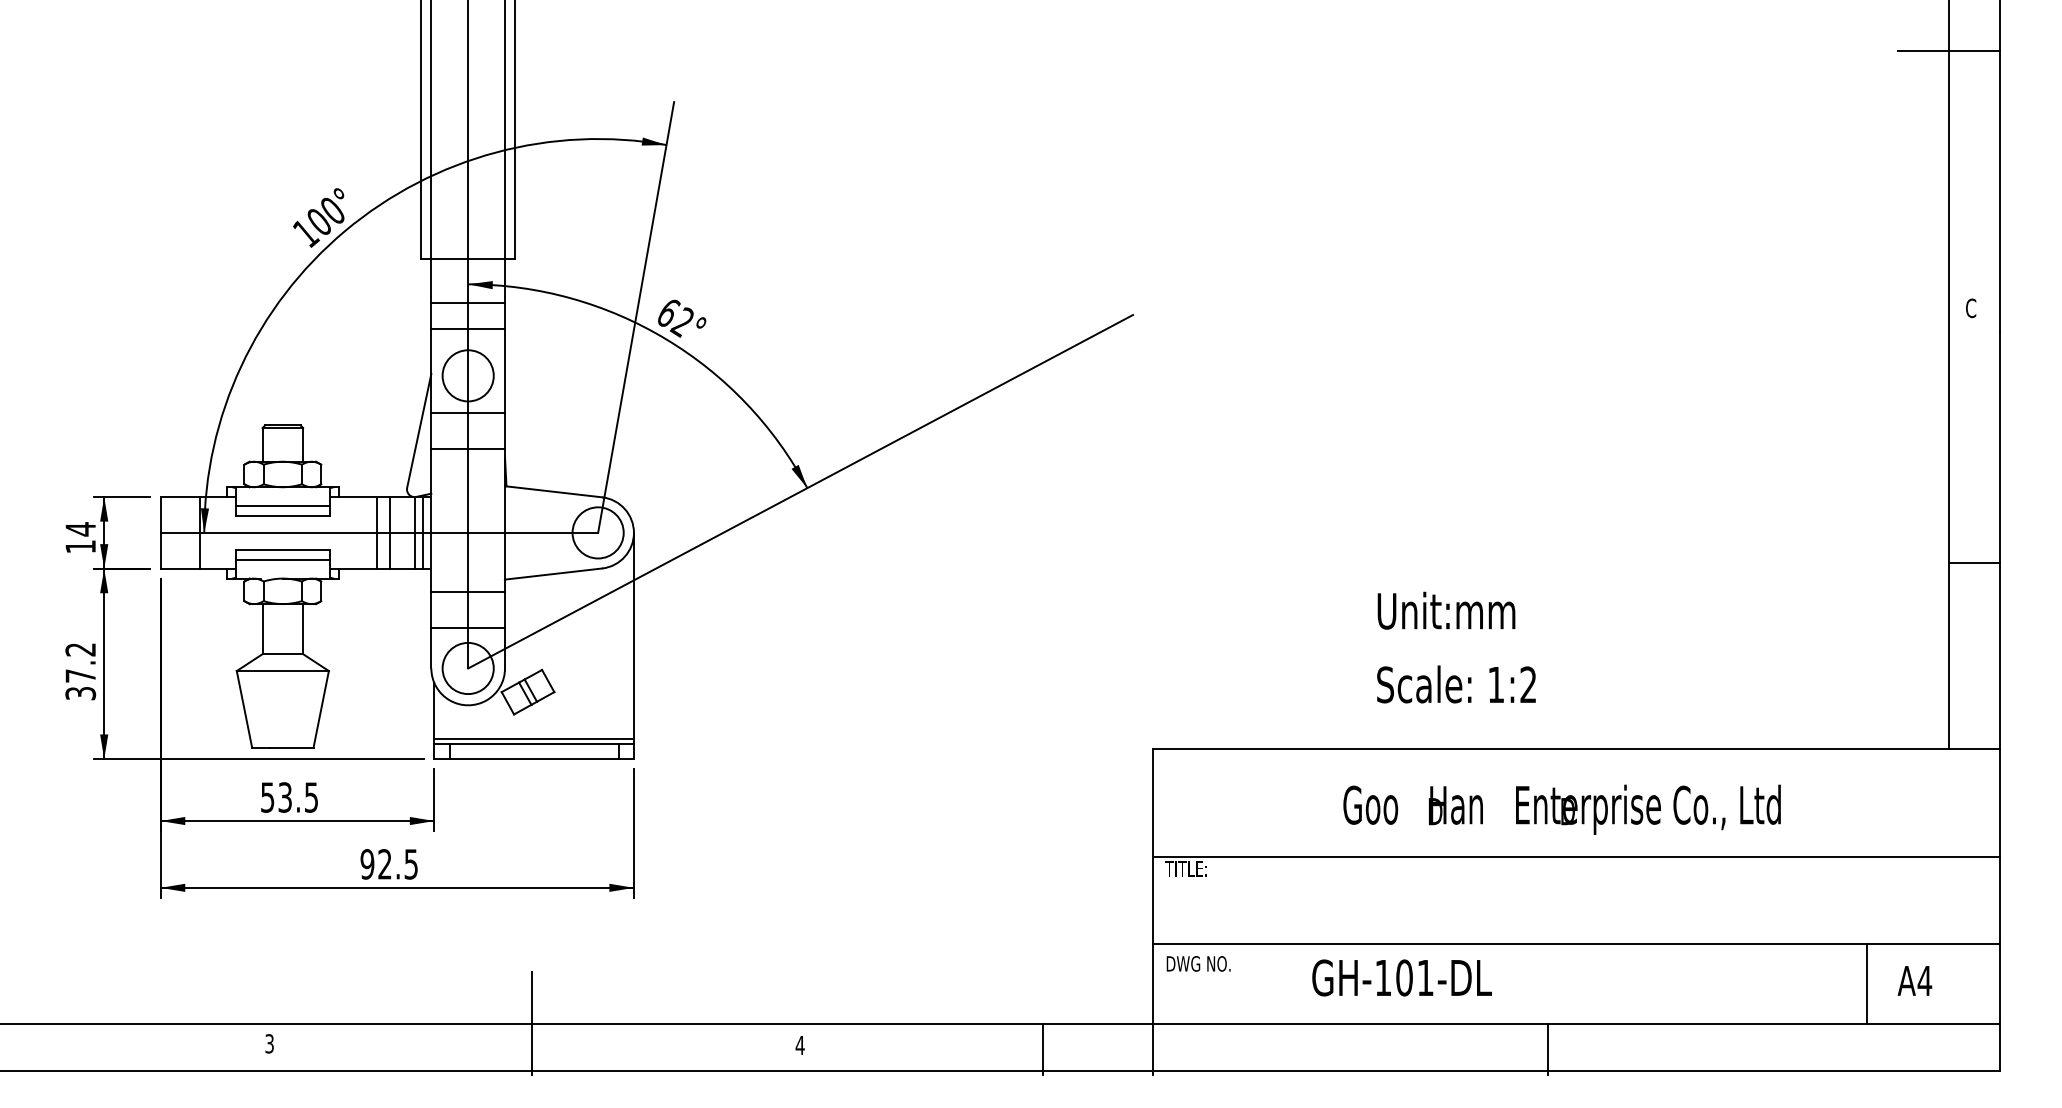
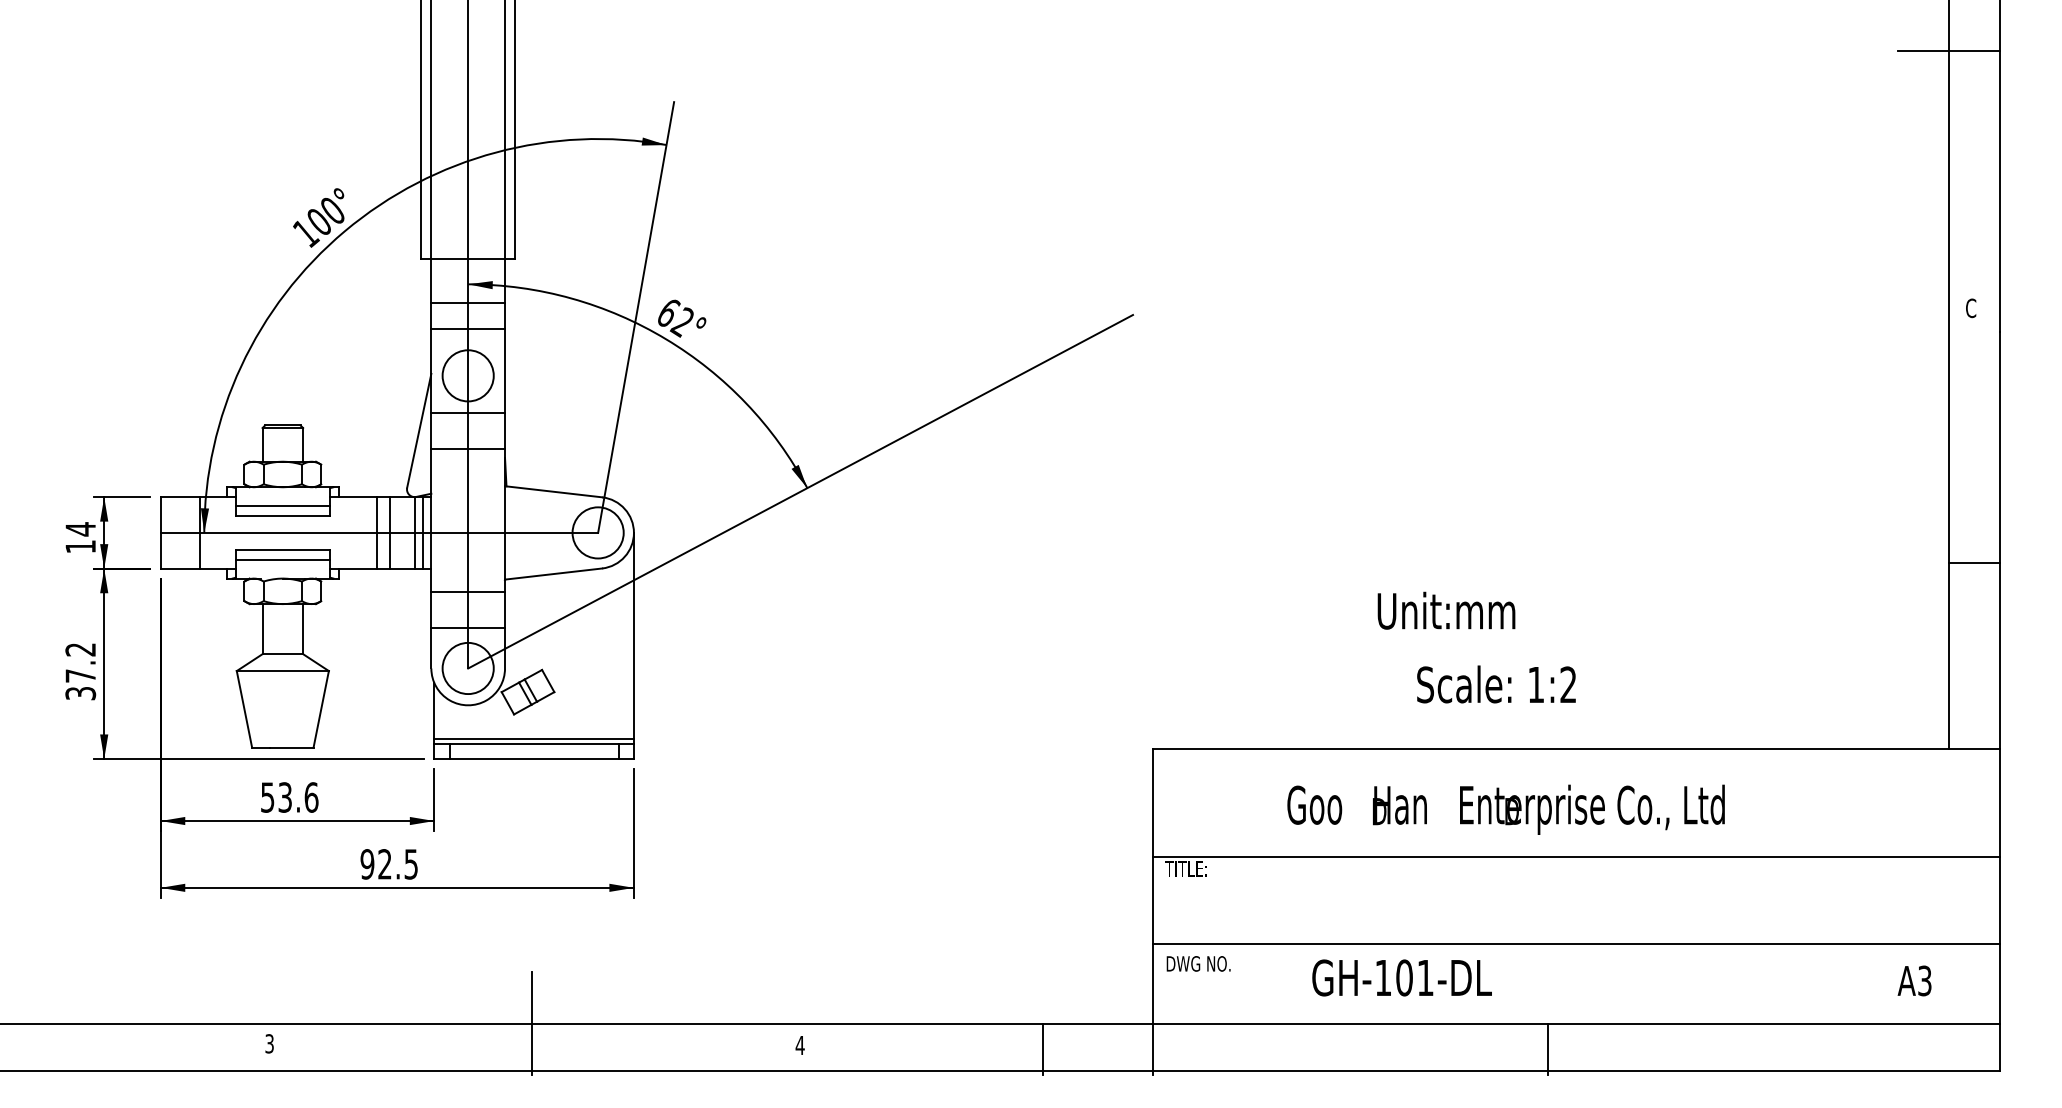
text at (1456, 684) position: (1456, 684) -> (1496, 684)
text at (311, 797): 53.5 -> 53.6
text at (1561, 809) position: (1561, 809) -> (1505, 809)
text at (1924, 980): A4 -> A3
line at (1867, 983): present -> none
